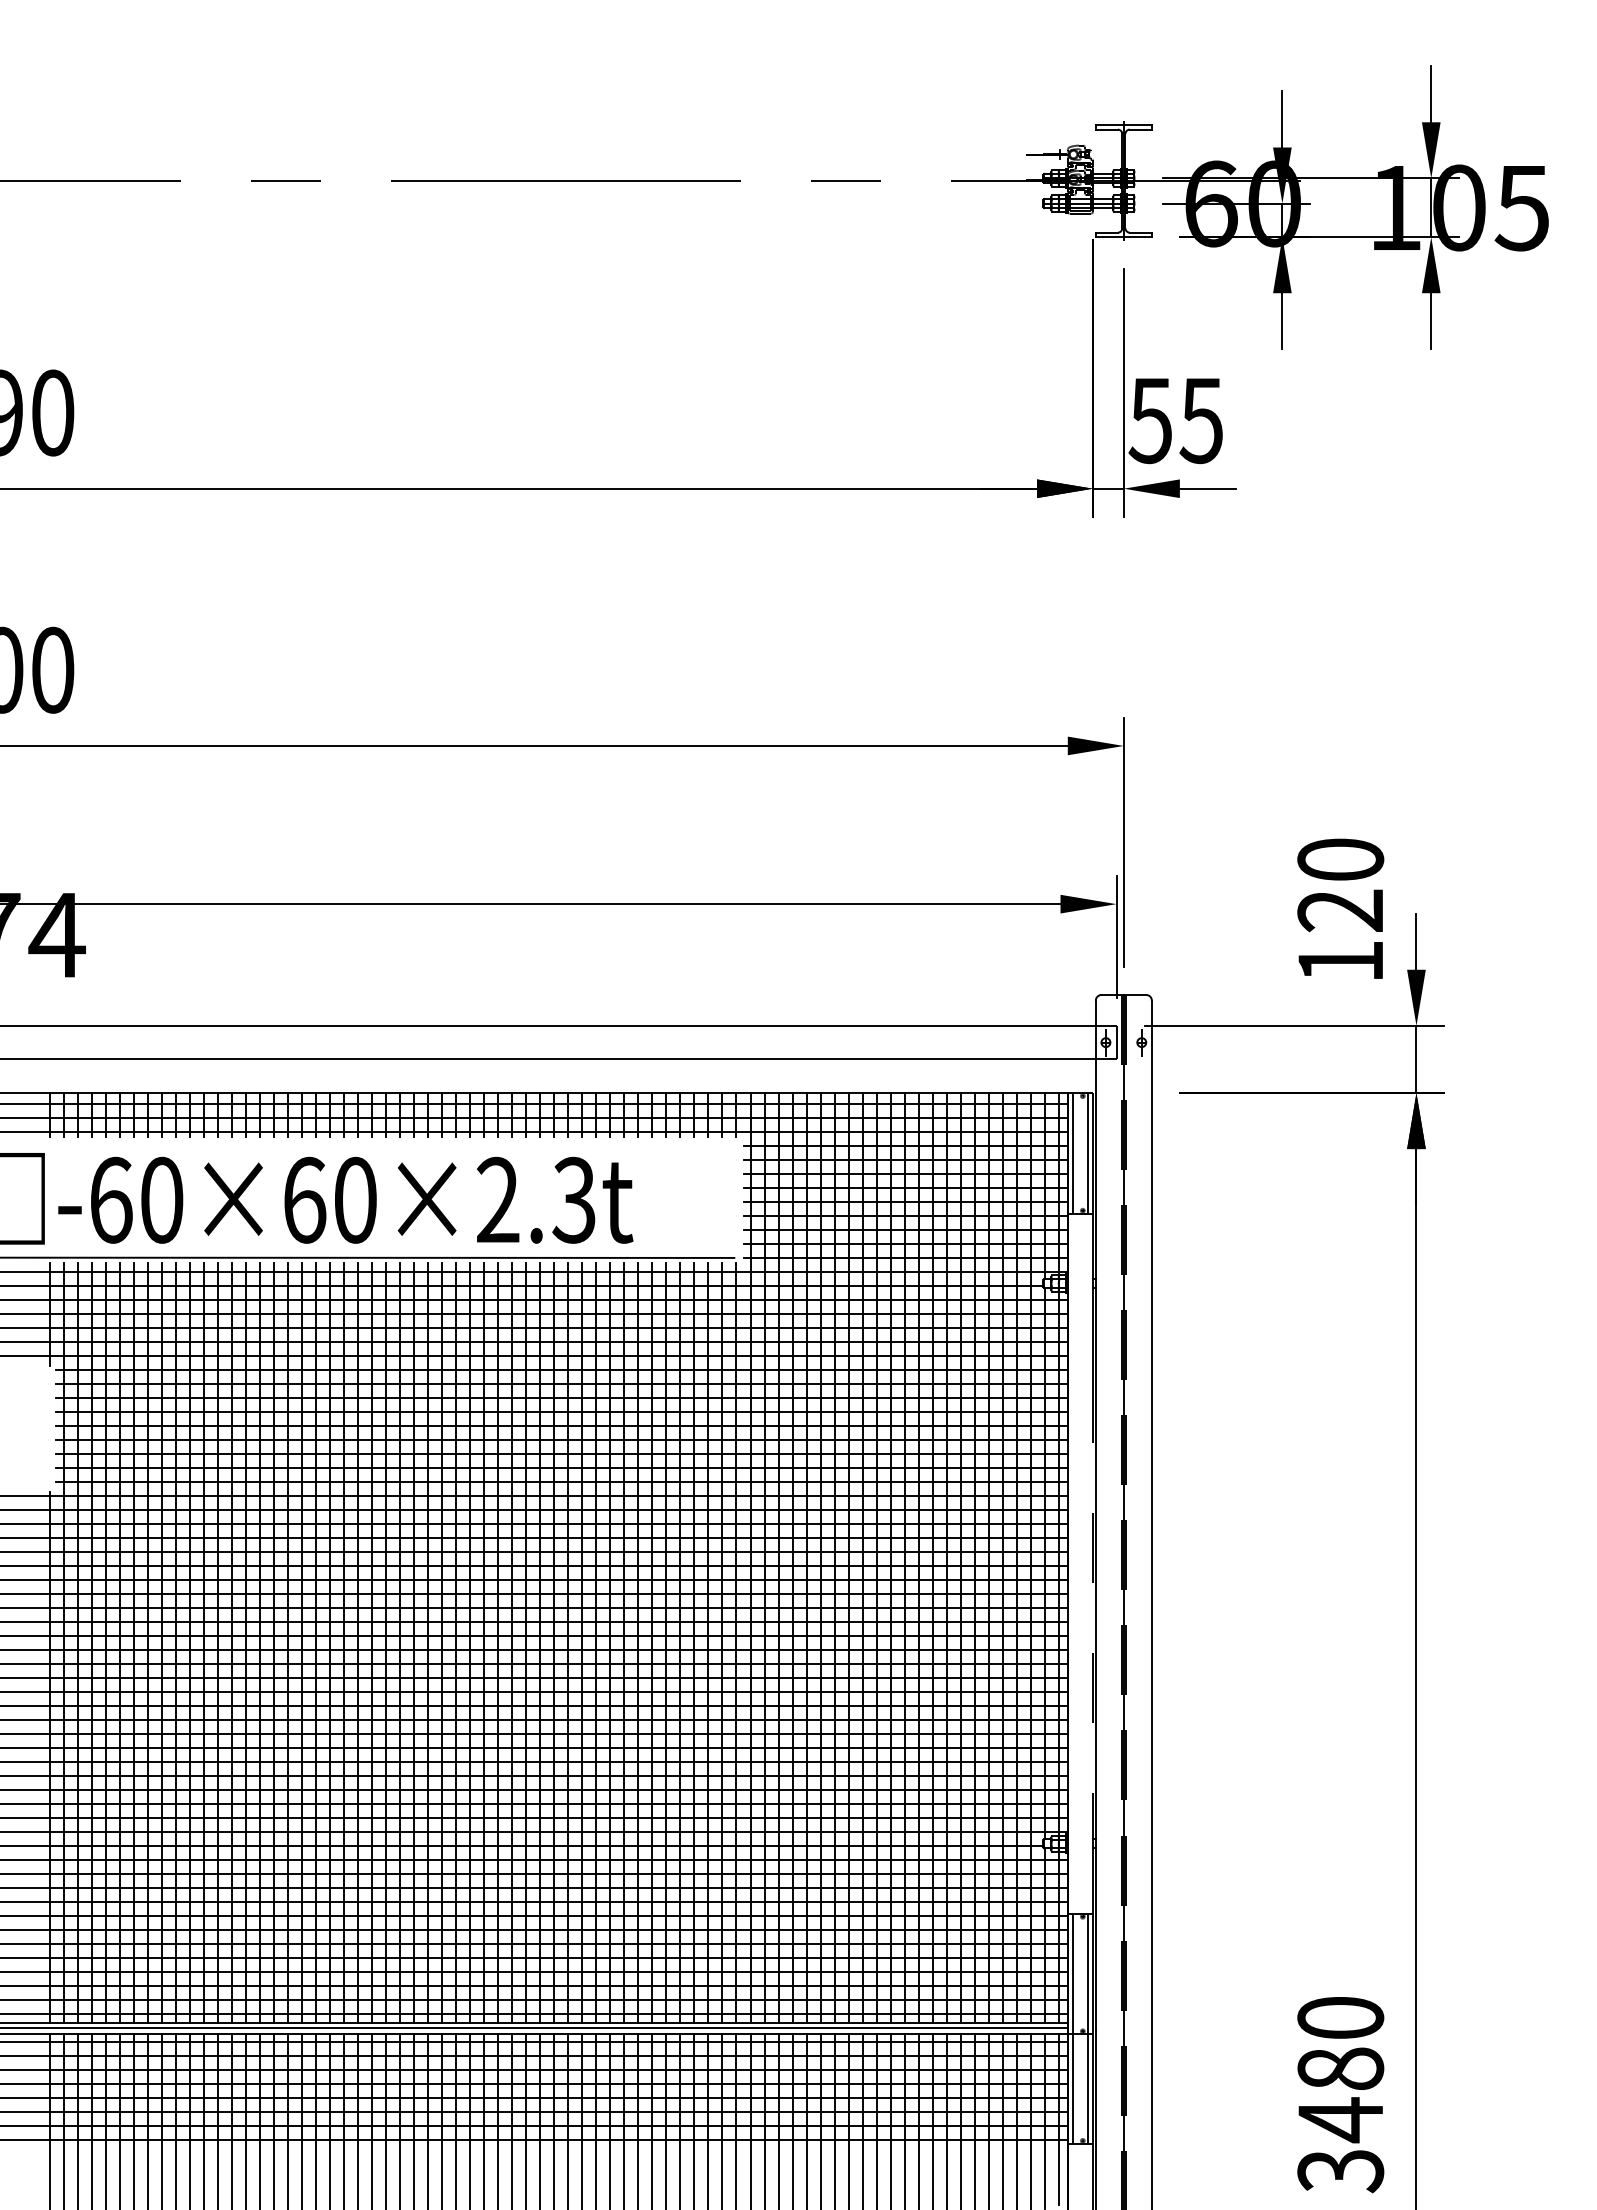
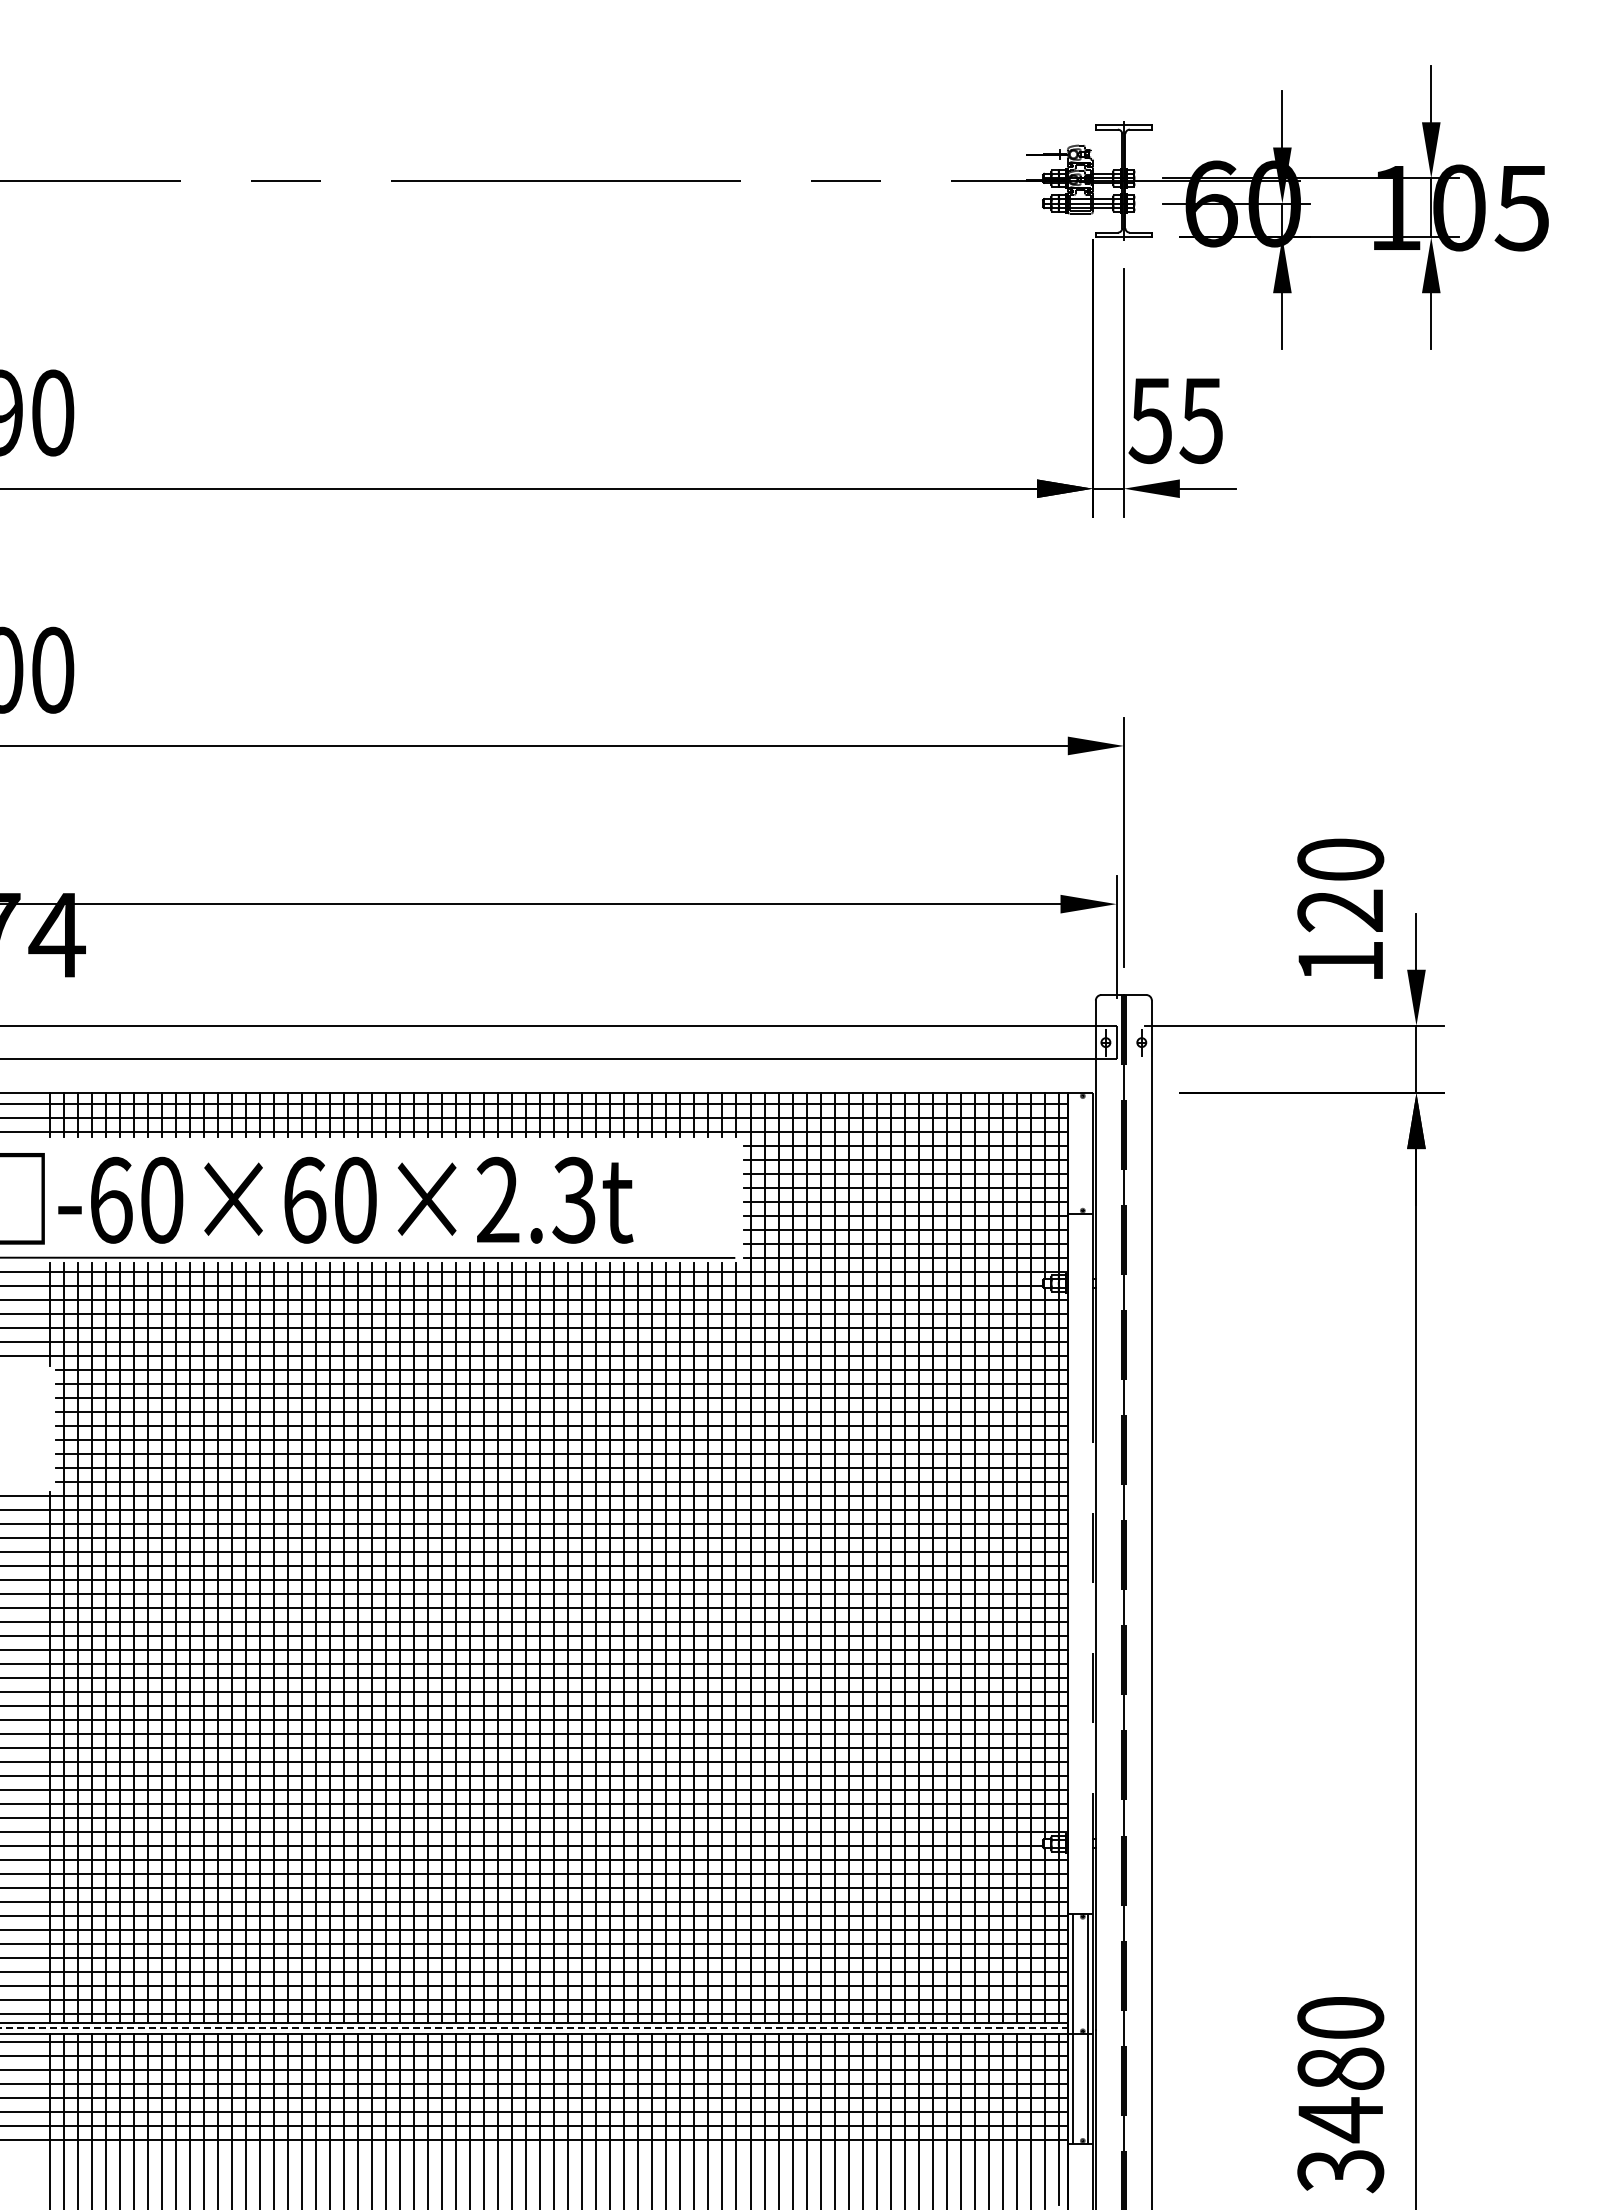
line at (1073, 1153): present -> none
line at (1087, 1153): present -> none
line at (534, 2028): solid -> dashed
